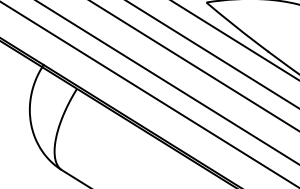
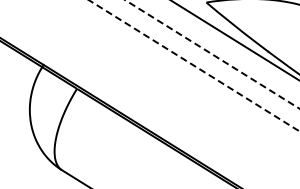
line at (212, 54): solid -> dashed
line at (194, 65): solid -> dashed
line at (167, 82): present -> none
line at (148, 94): present -> none
